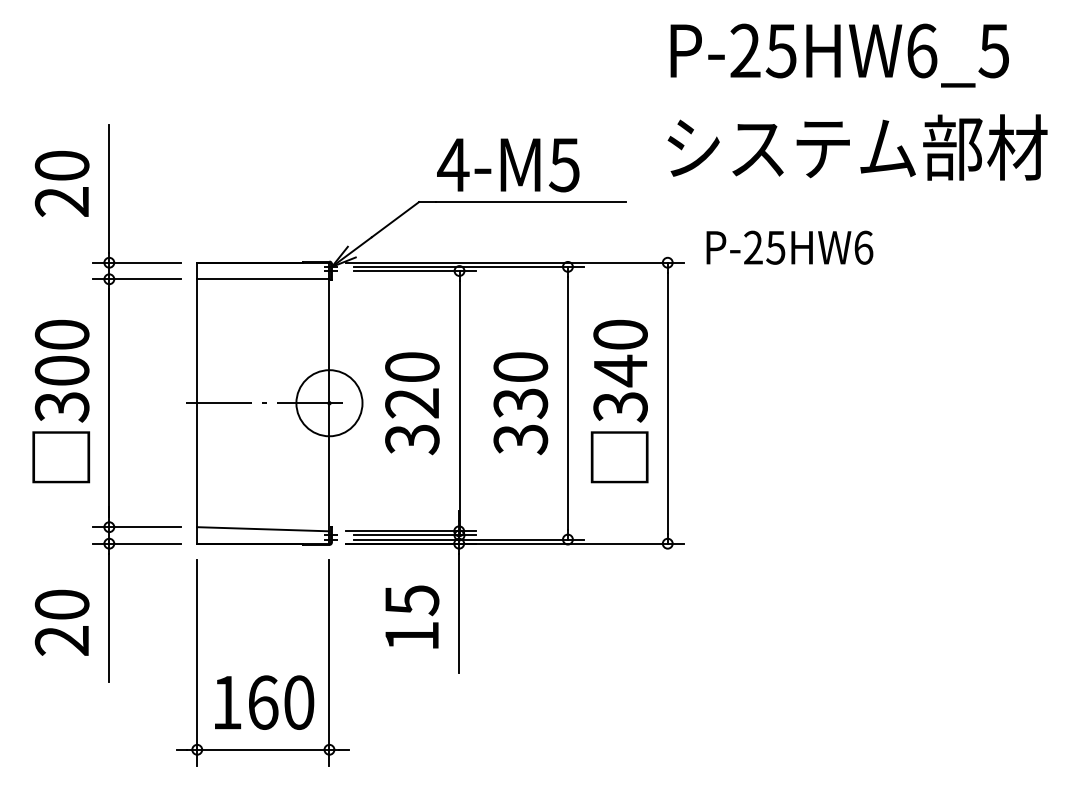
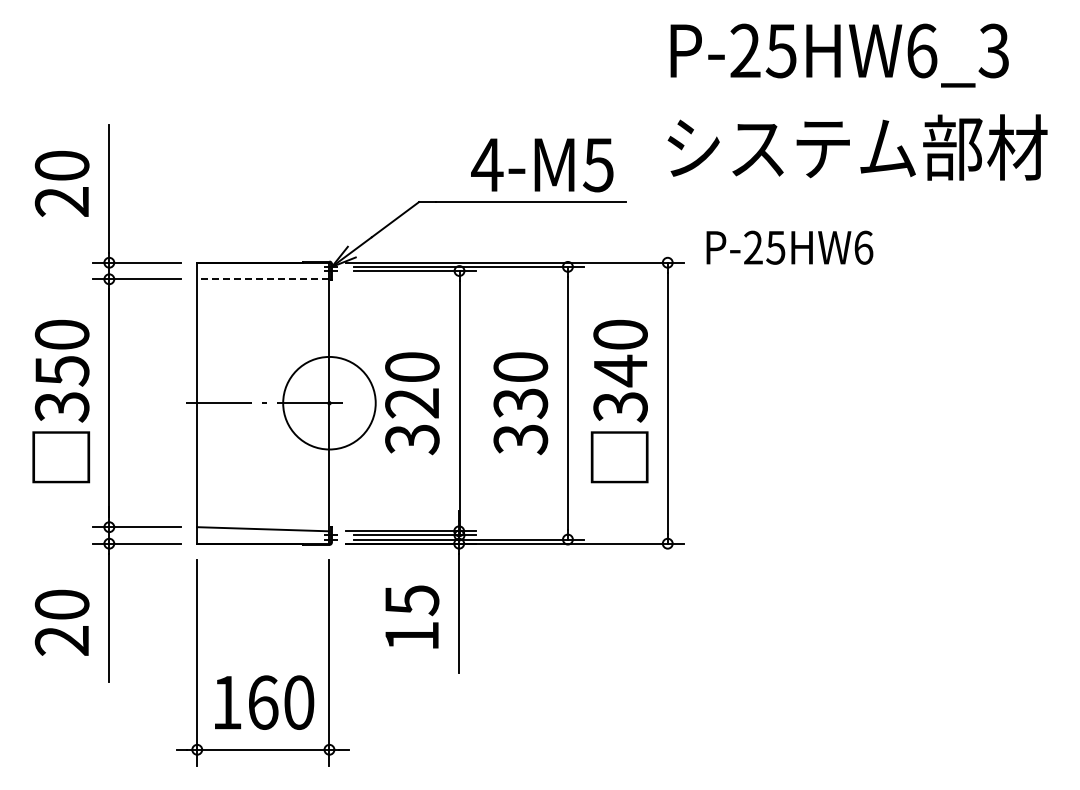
text at (993, 50): P-25HW6_5 -> P-25HW6_3
text at (508, 165) position: (508, 165) -> (542, 165)
line at (262, 279): solid -> dashed
text at (61, 371): 300 -> 350
circle at (329, 403) diameter: 66 px -> 93 px
